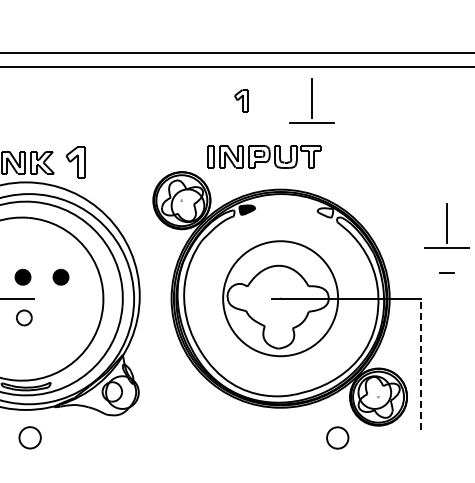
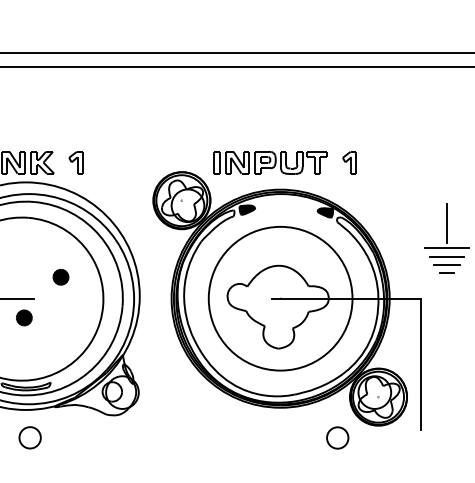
part at (241, 100) position: (241, 100) -> (349, 162)
part at (311, 100): present -> none
part at (264, 156) position: (264, 156) -> (270, 162)
part at (75, 162) size: 21x33 px -> 16x24 px
fill at (325, 212): none -> present
line at (446, 256): none -> present
line at (446, 264): none -> present
part at (22, 276): present -> none
circle at (280, 298) diameter: 115 px -> 144 px
fill at (23, 317): none -> present
line at (420, 364): dashed -> solid
